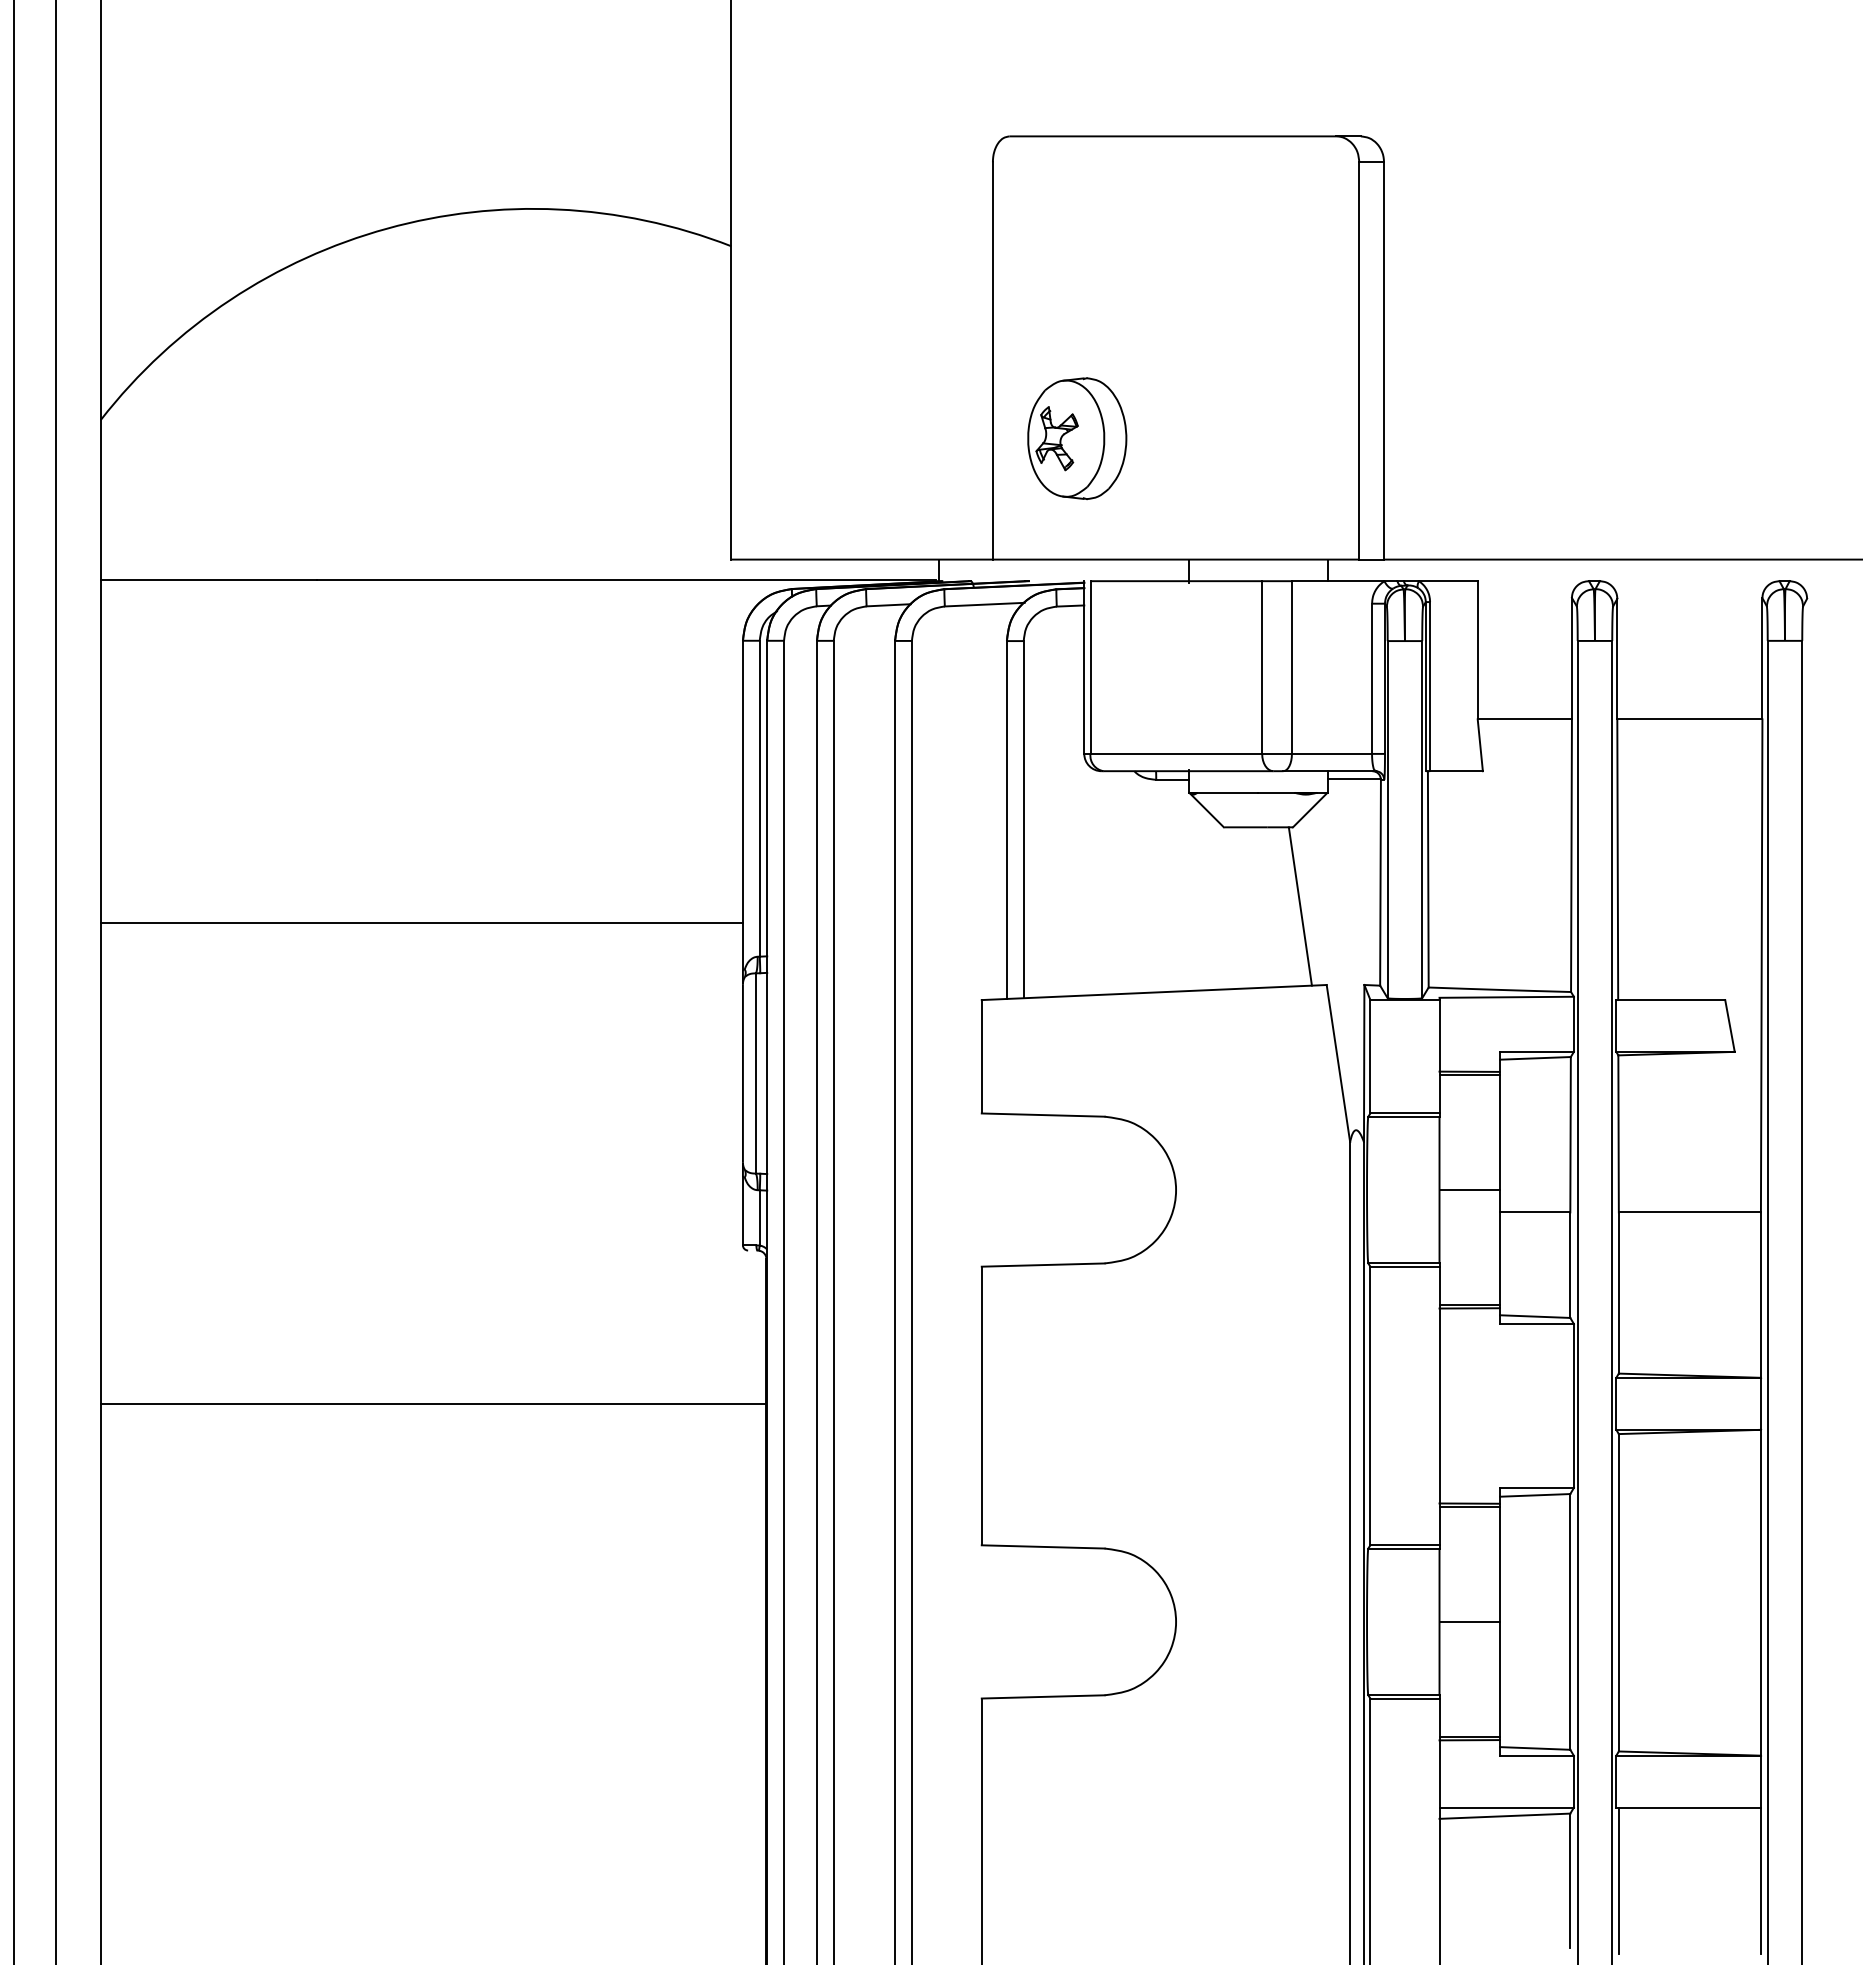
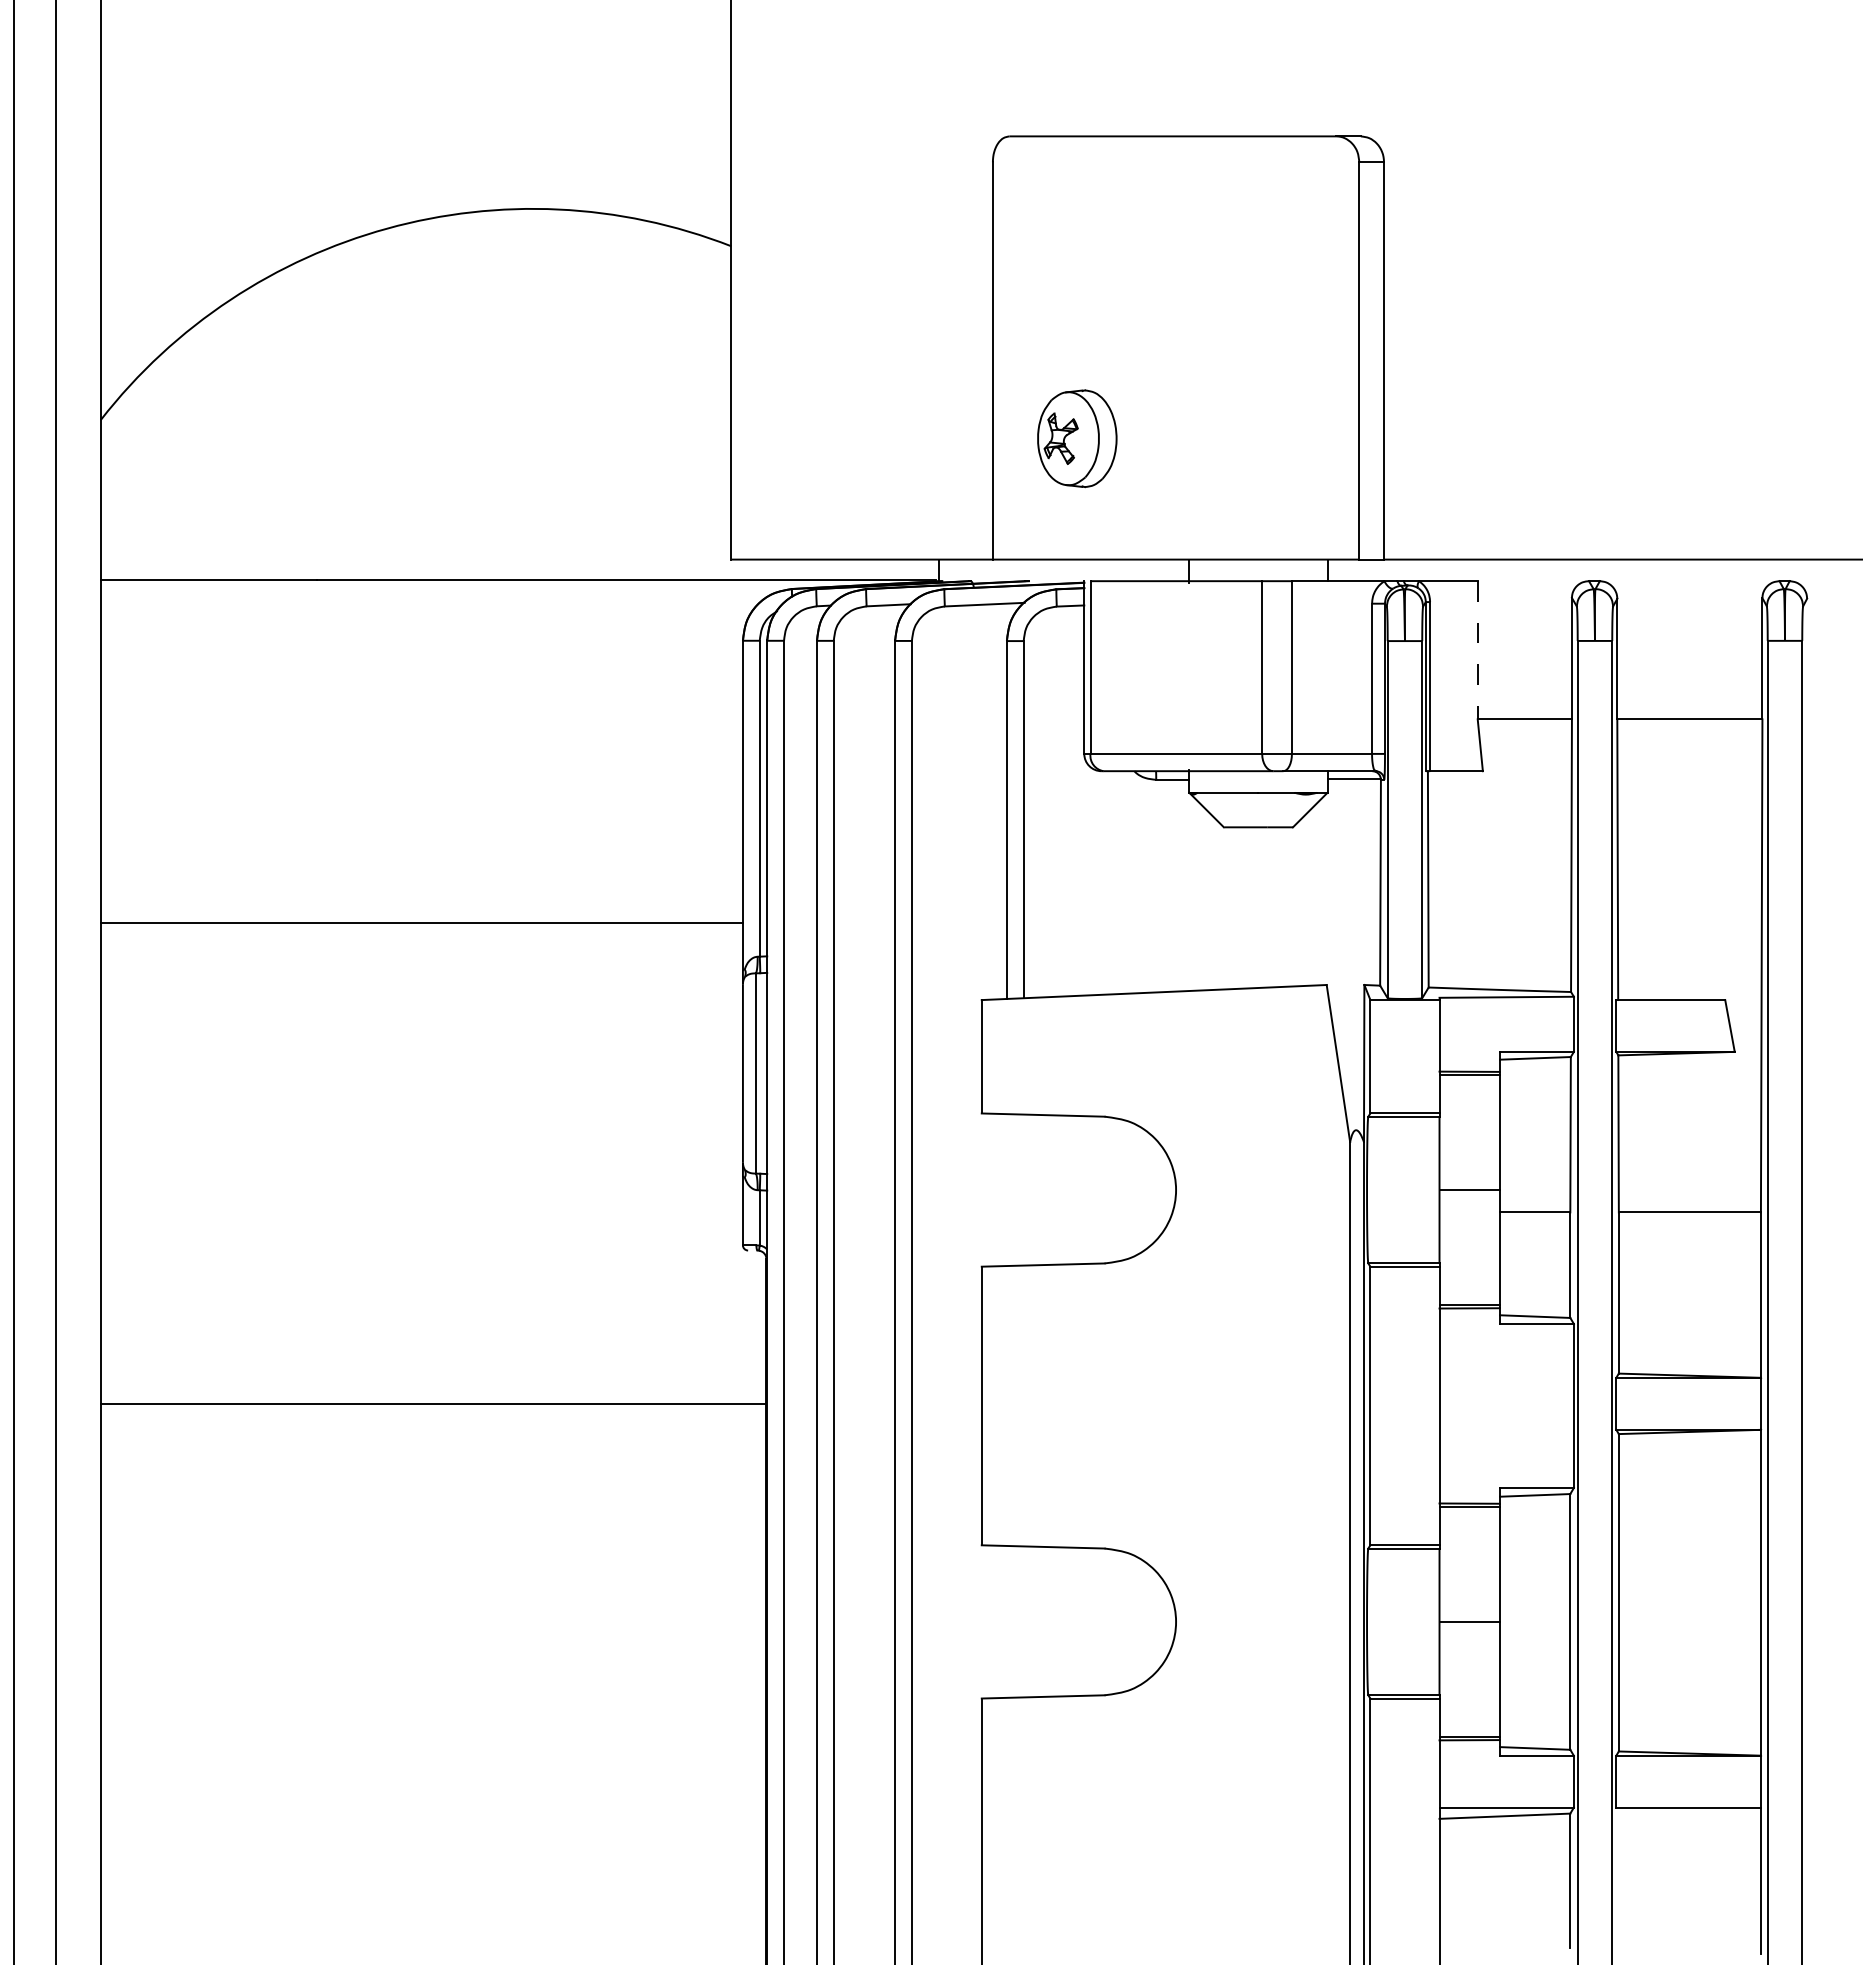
part at (1077, 438) size: 101x124 px -> 81x100 px
line at (1477, 650): solid -> dashed
line at (1299, 906): present -> none
line at (1618, 1880): present -> none
